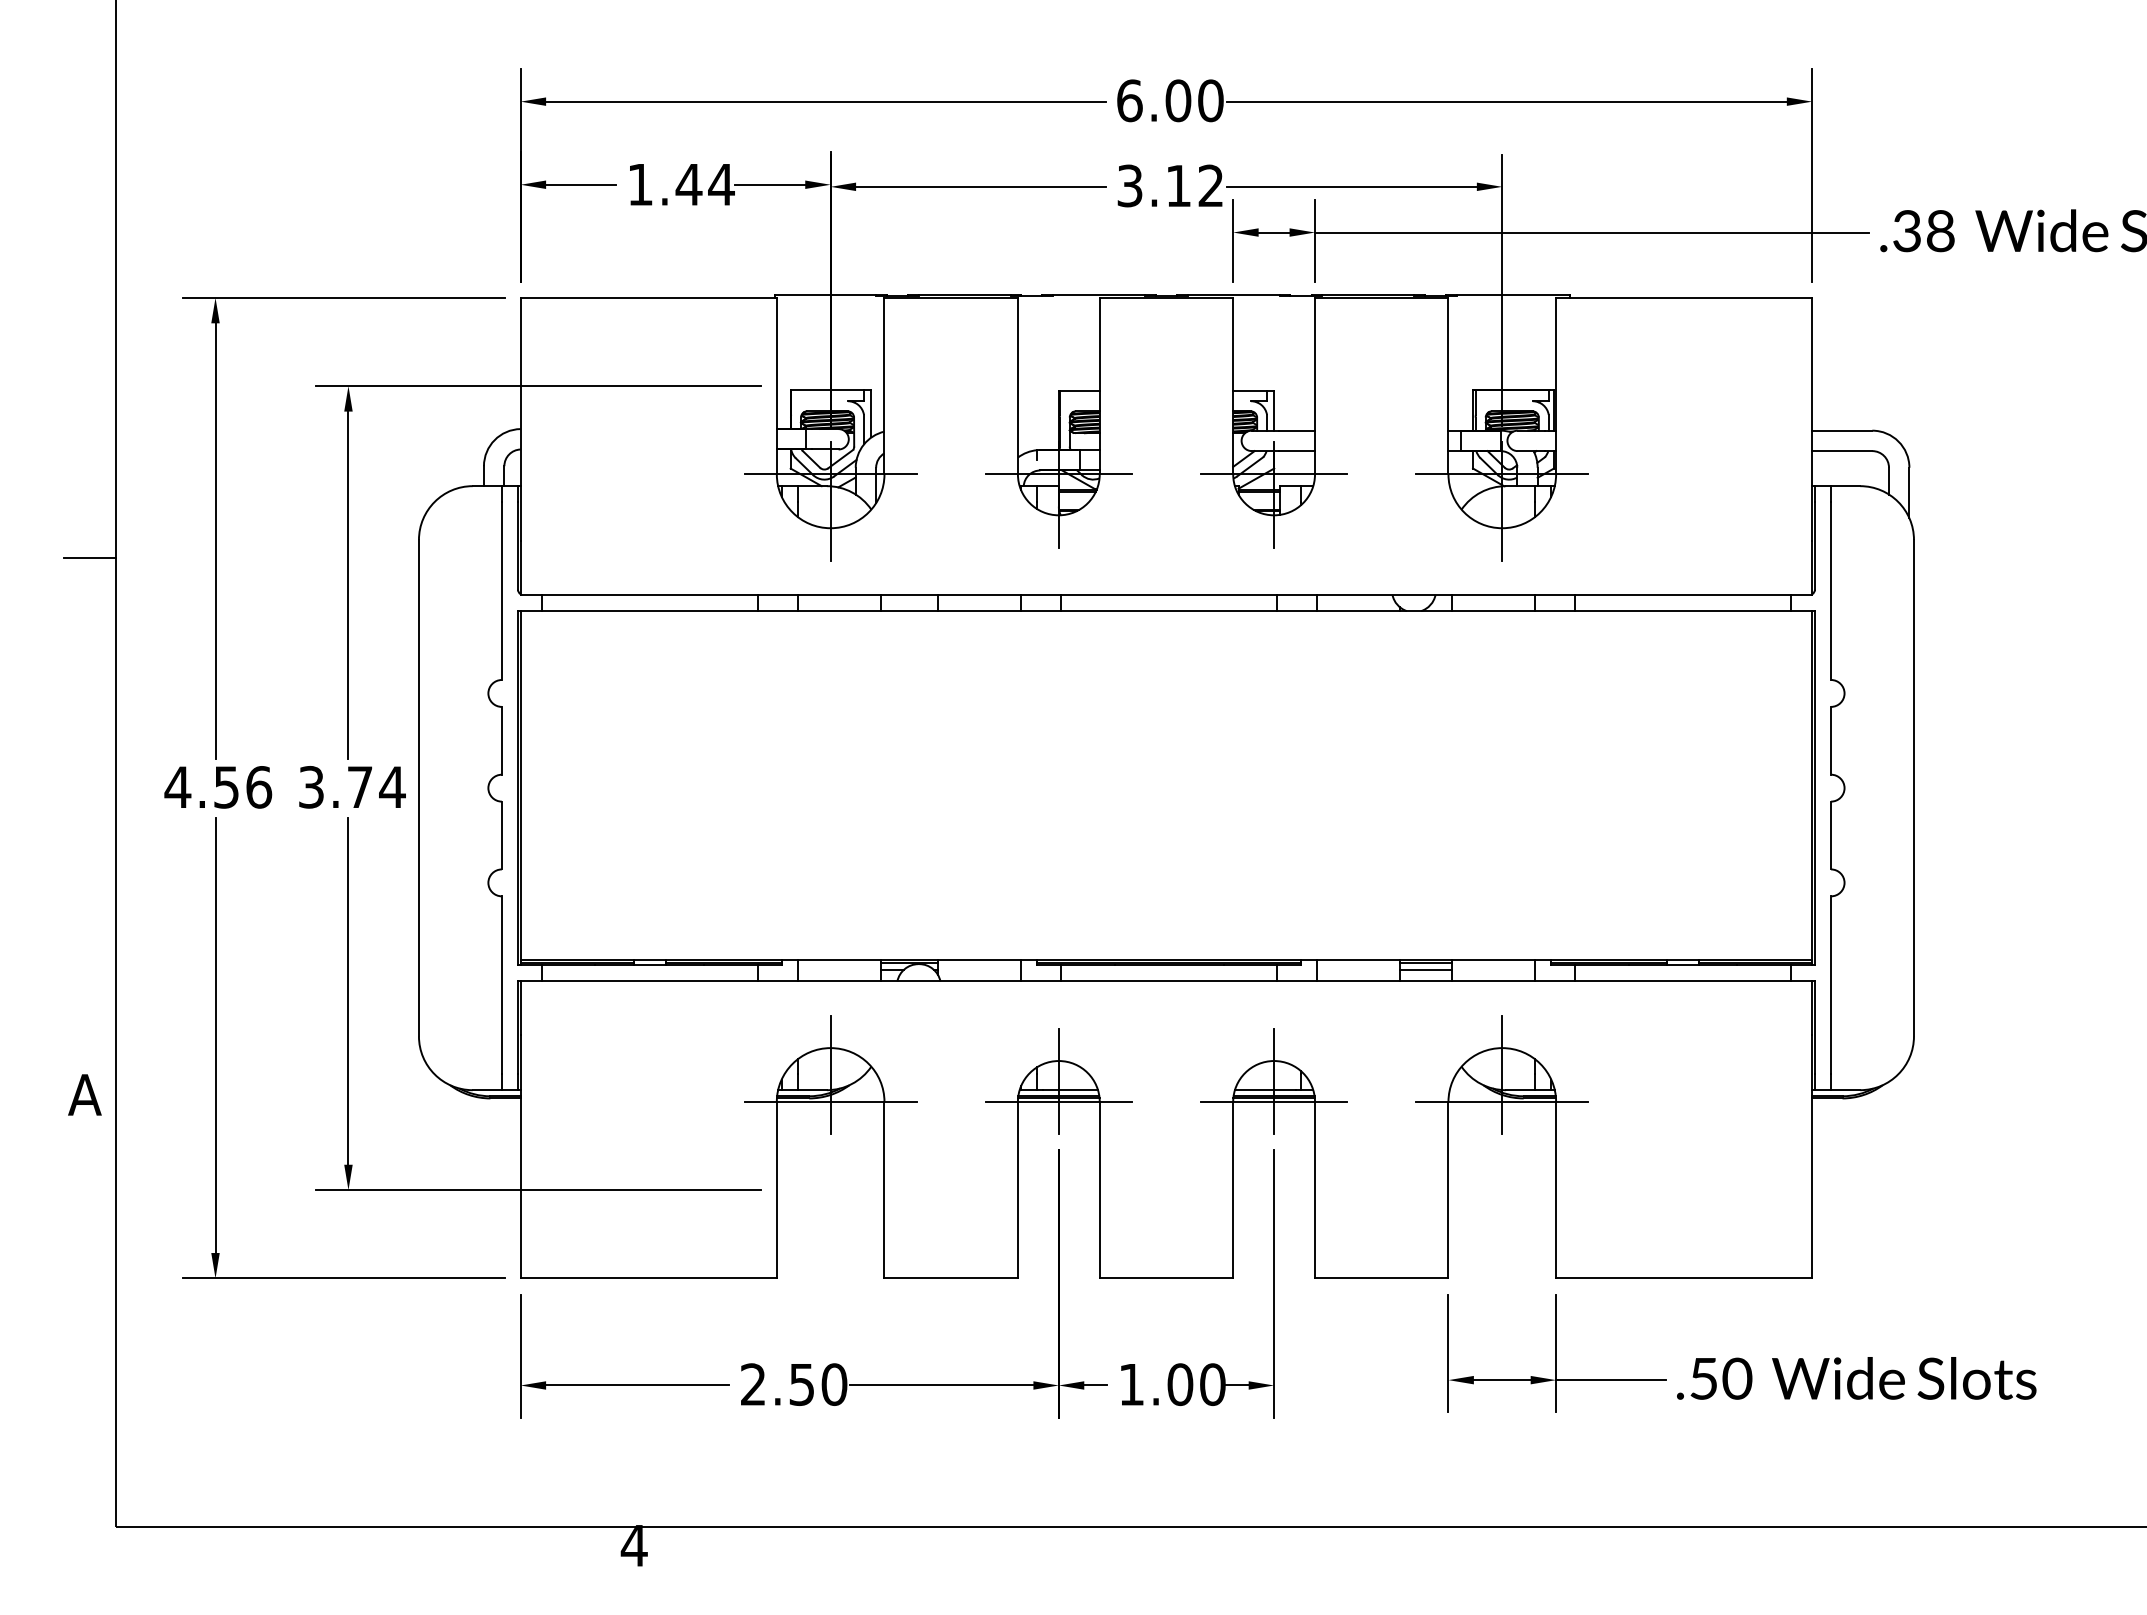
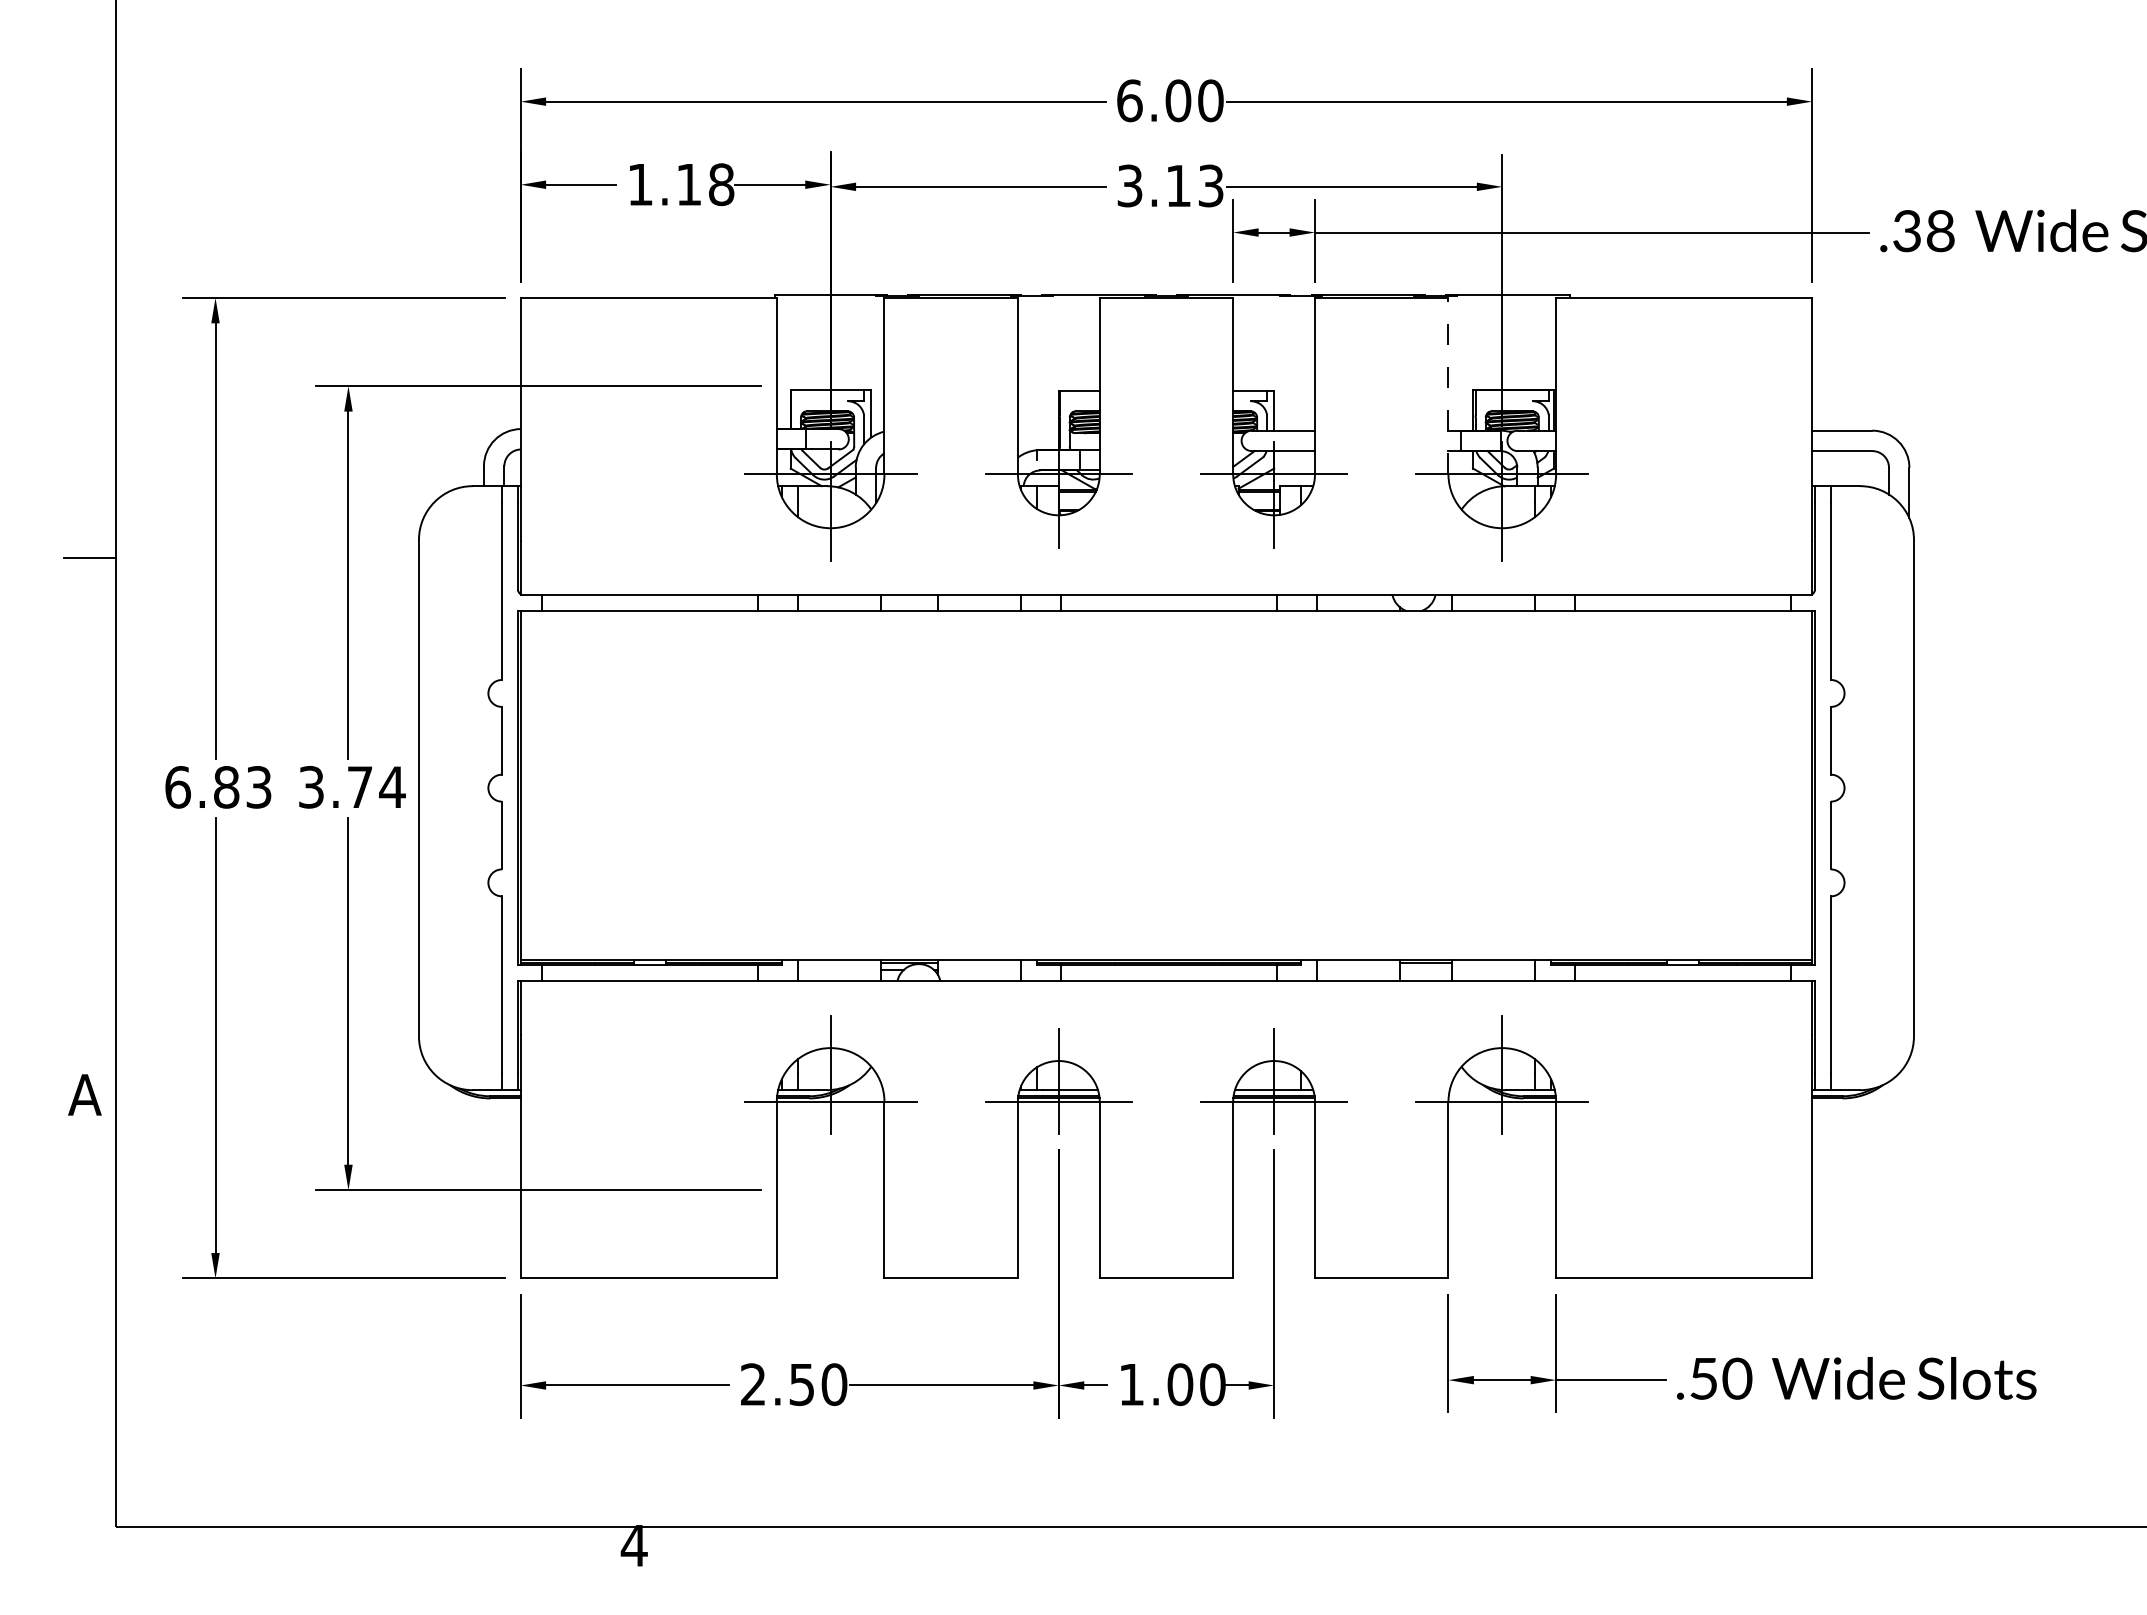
text at (704, 184): 1.44 -> 1.18
text at (1210, 185): 3.12 -> 3.13
line at (1448, 385): solid -> dashed
text at (218, 787): 4.56 -> 6.83
line at (1426, 969): present -> none
